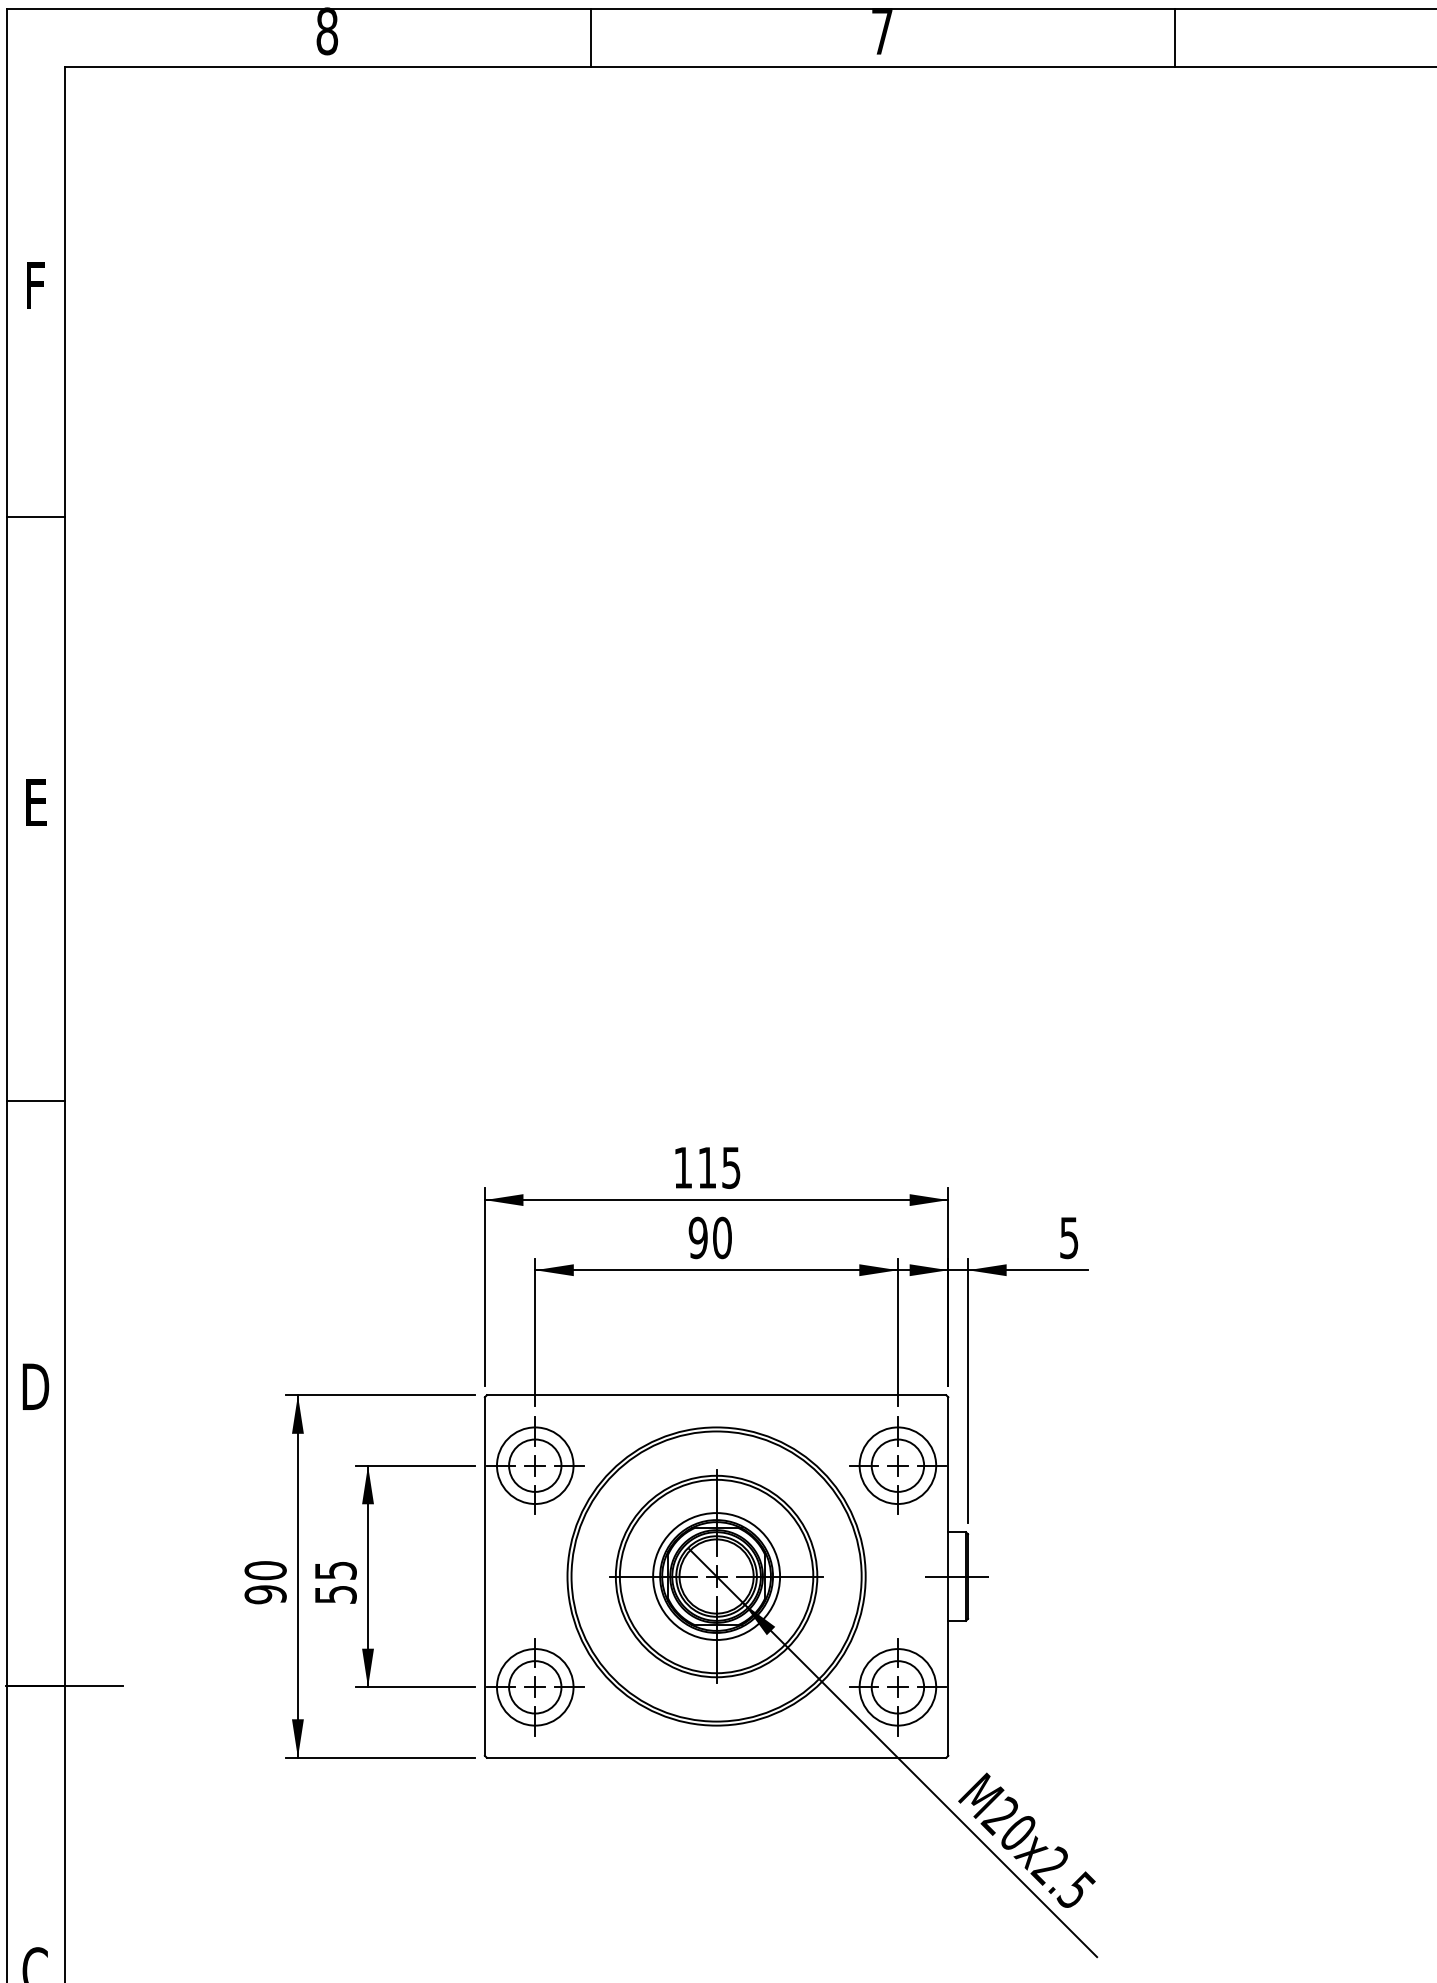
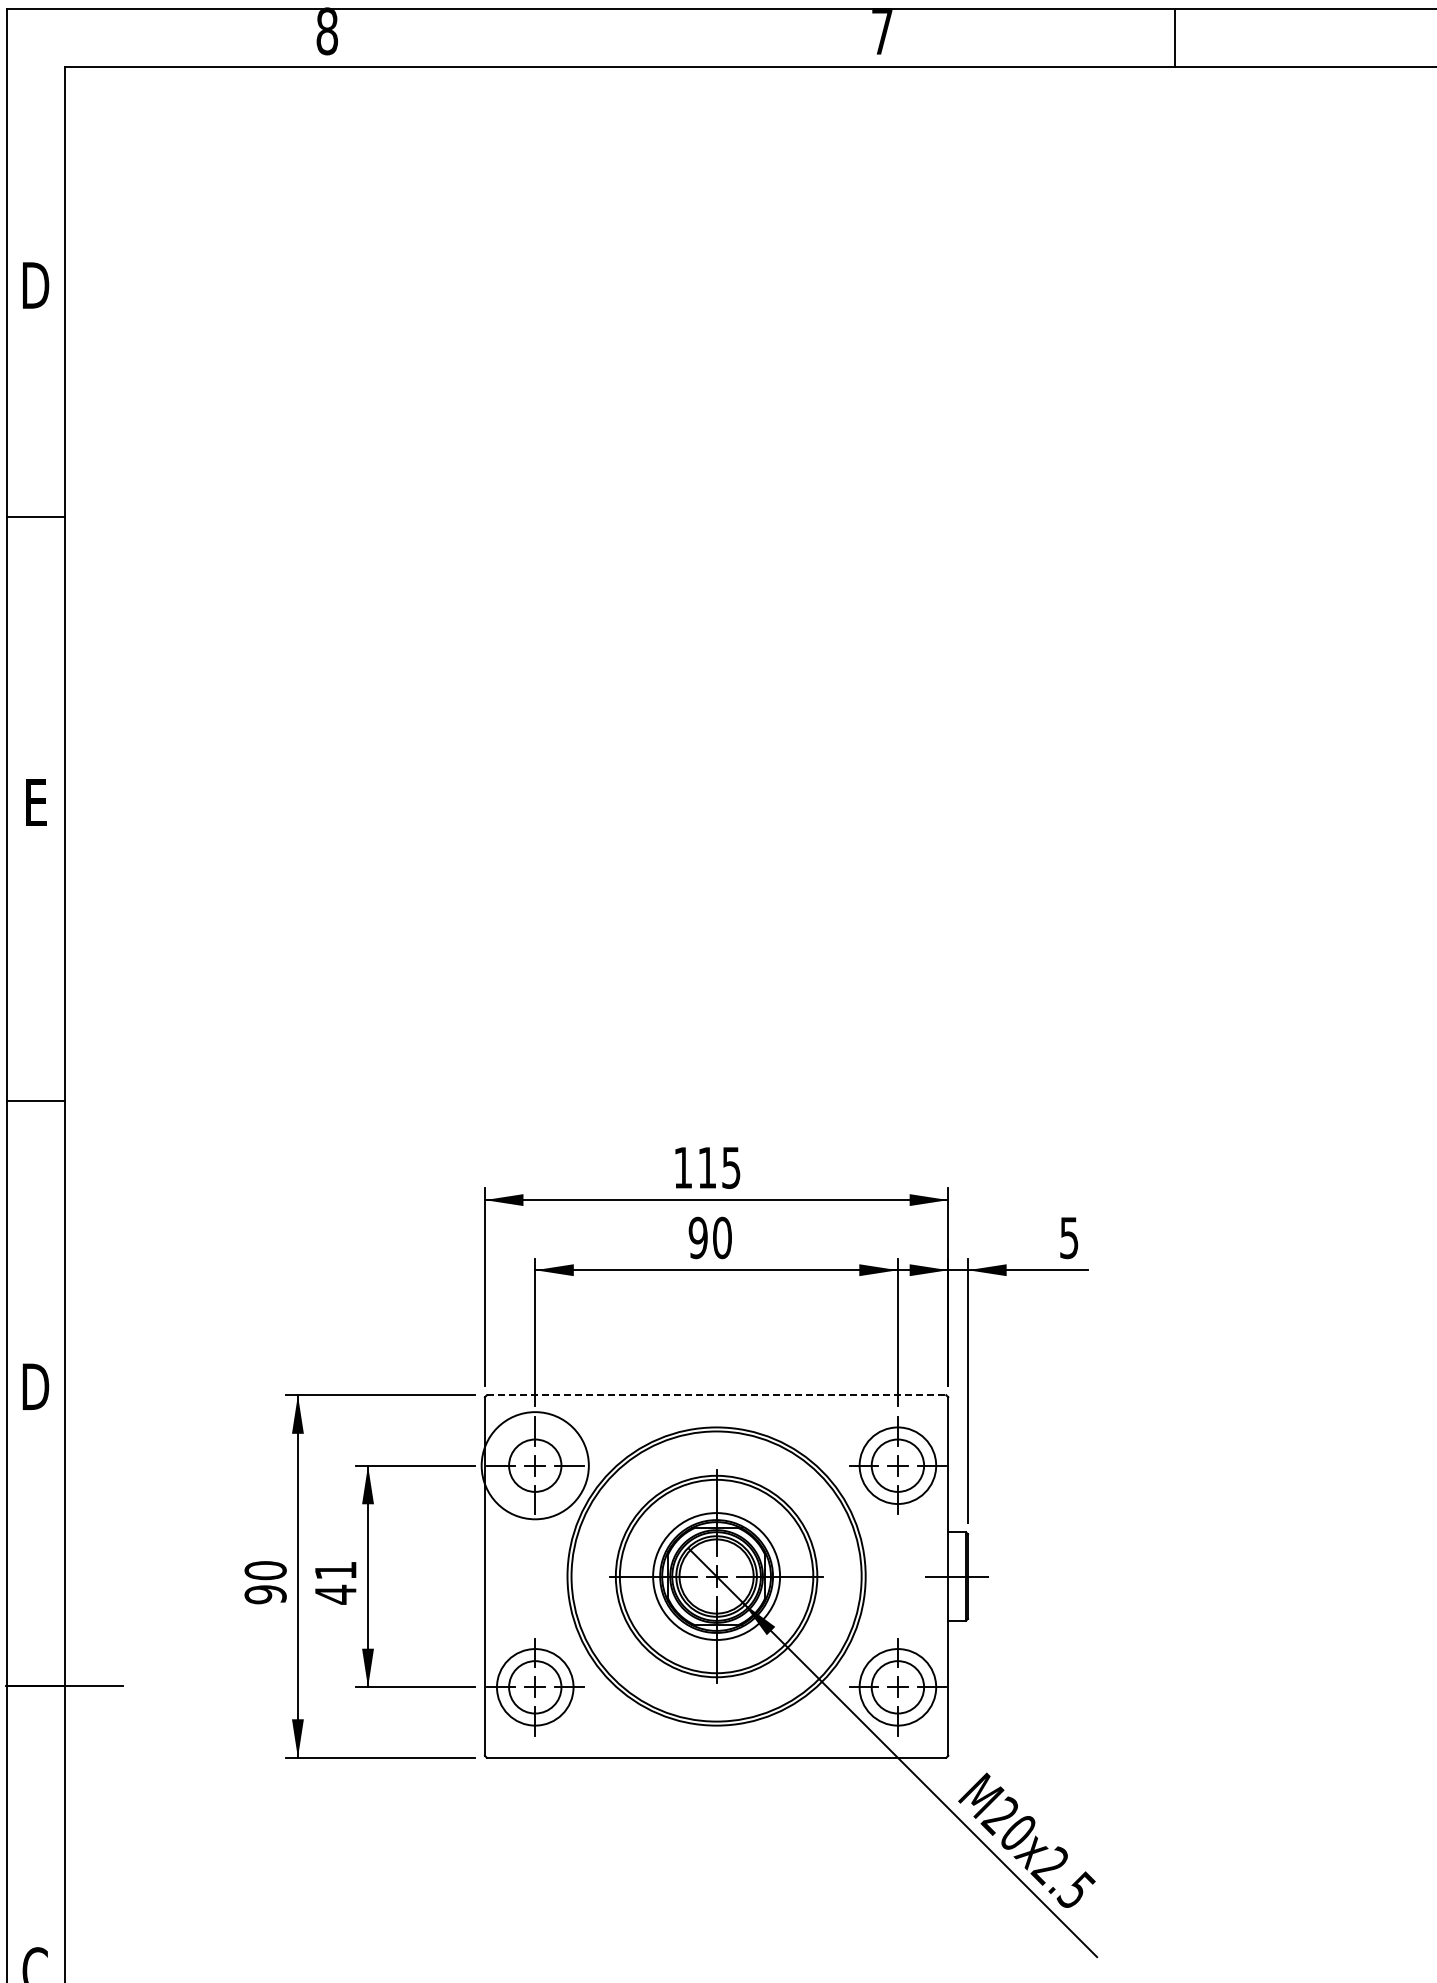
line at (590, 37): present -> none
text at (36, 285): F -> D
line at (716, 1395): solid -> dashed
circle at (534, 1465) diameter: 77 px -> 107 px
text at (335, 1583): 55 -> 41
